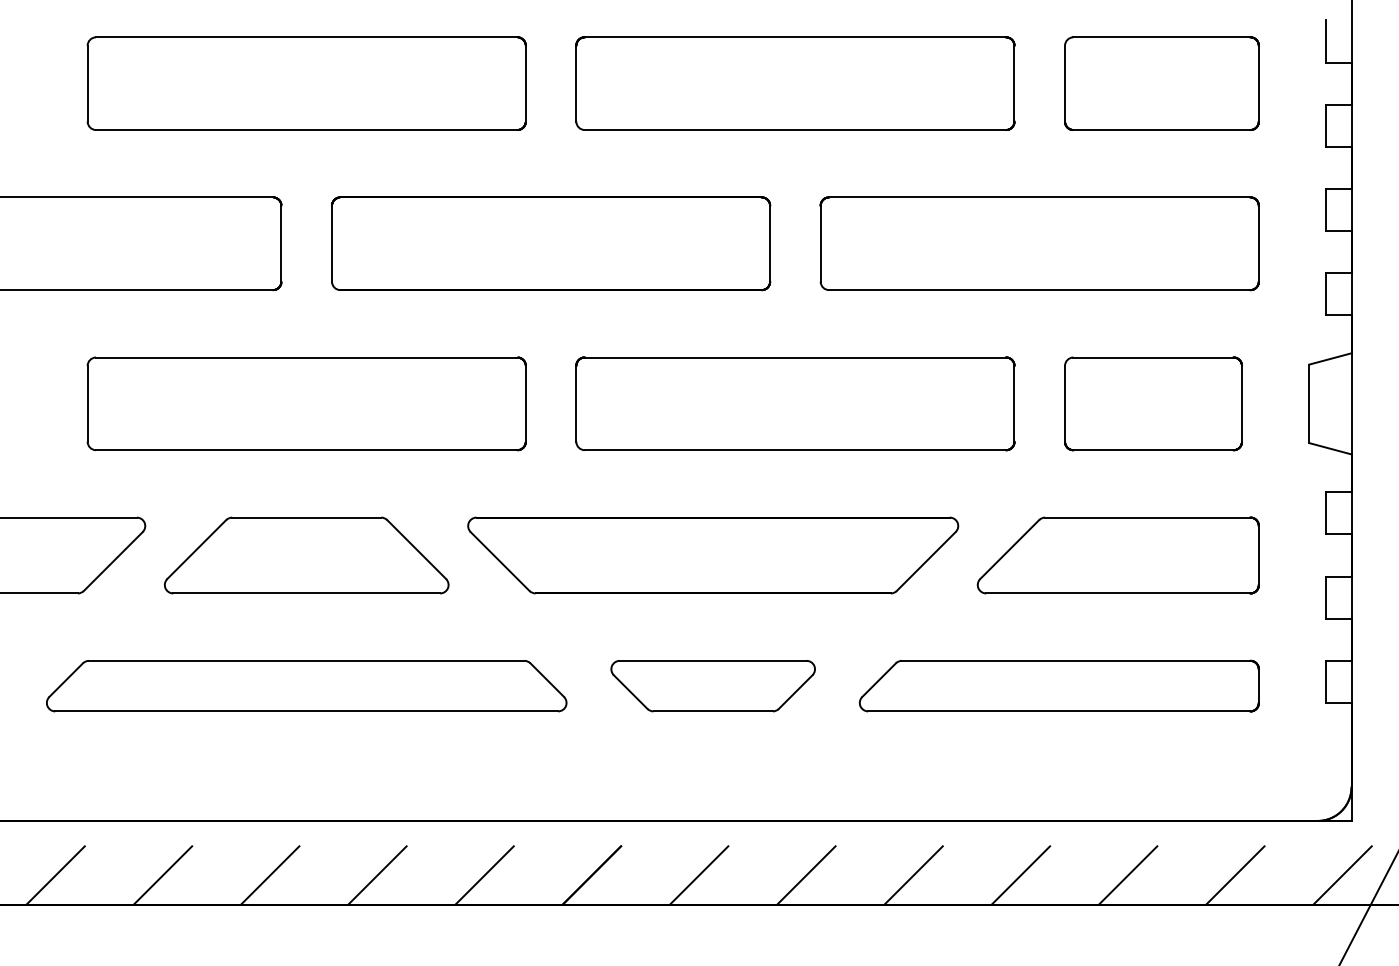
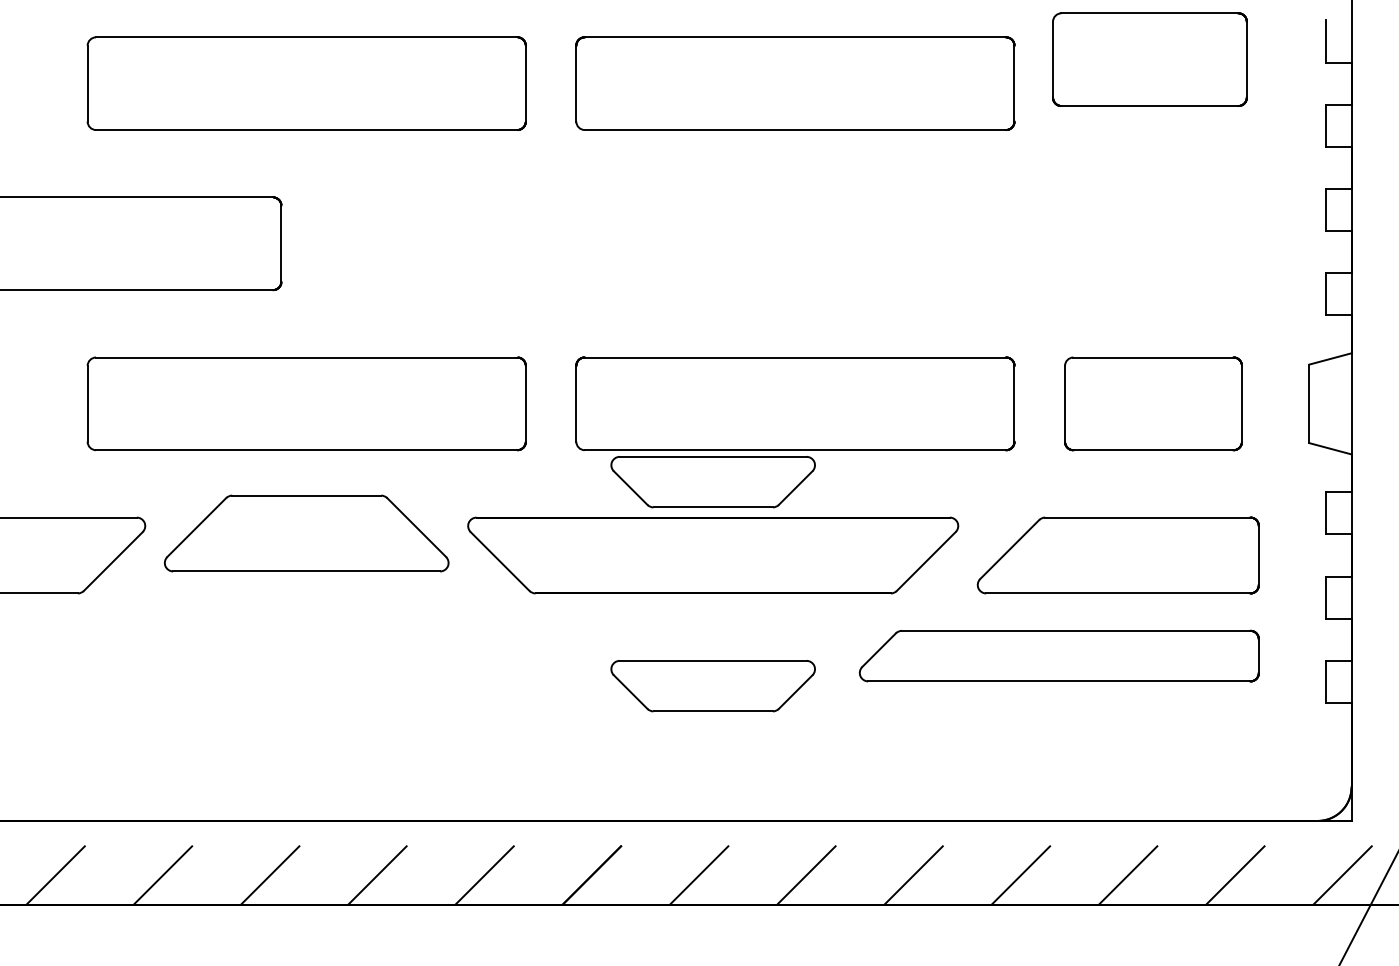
part at (1161, 83) position: (1161, 83) -> (1149, 59)
part at (551, 243): present -> none
part at (1039, 243): present -> none
part at (712, 482): none -> present
part at (306, 555) position: (306, 555) -> (306, 533)
part at (1058, 685) position: (1058, 685) -> (1058, 655)
part at (306, 686): present -> none
